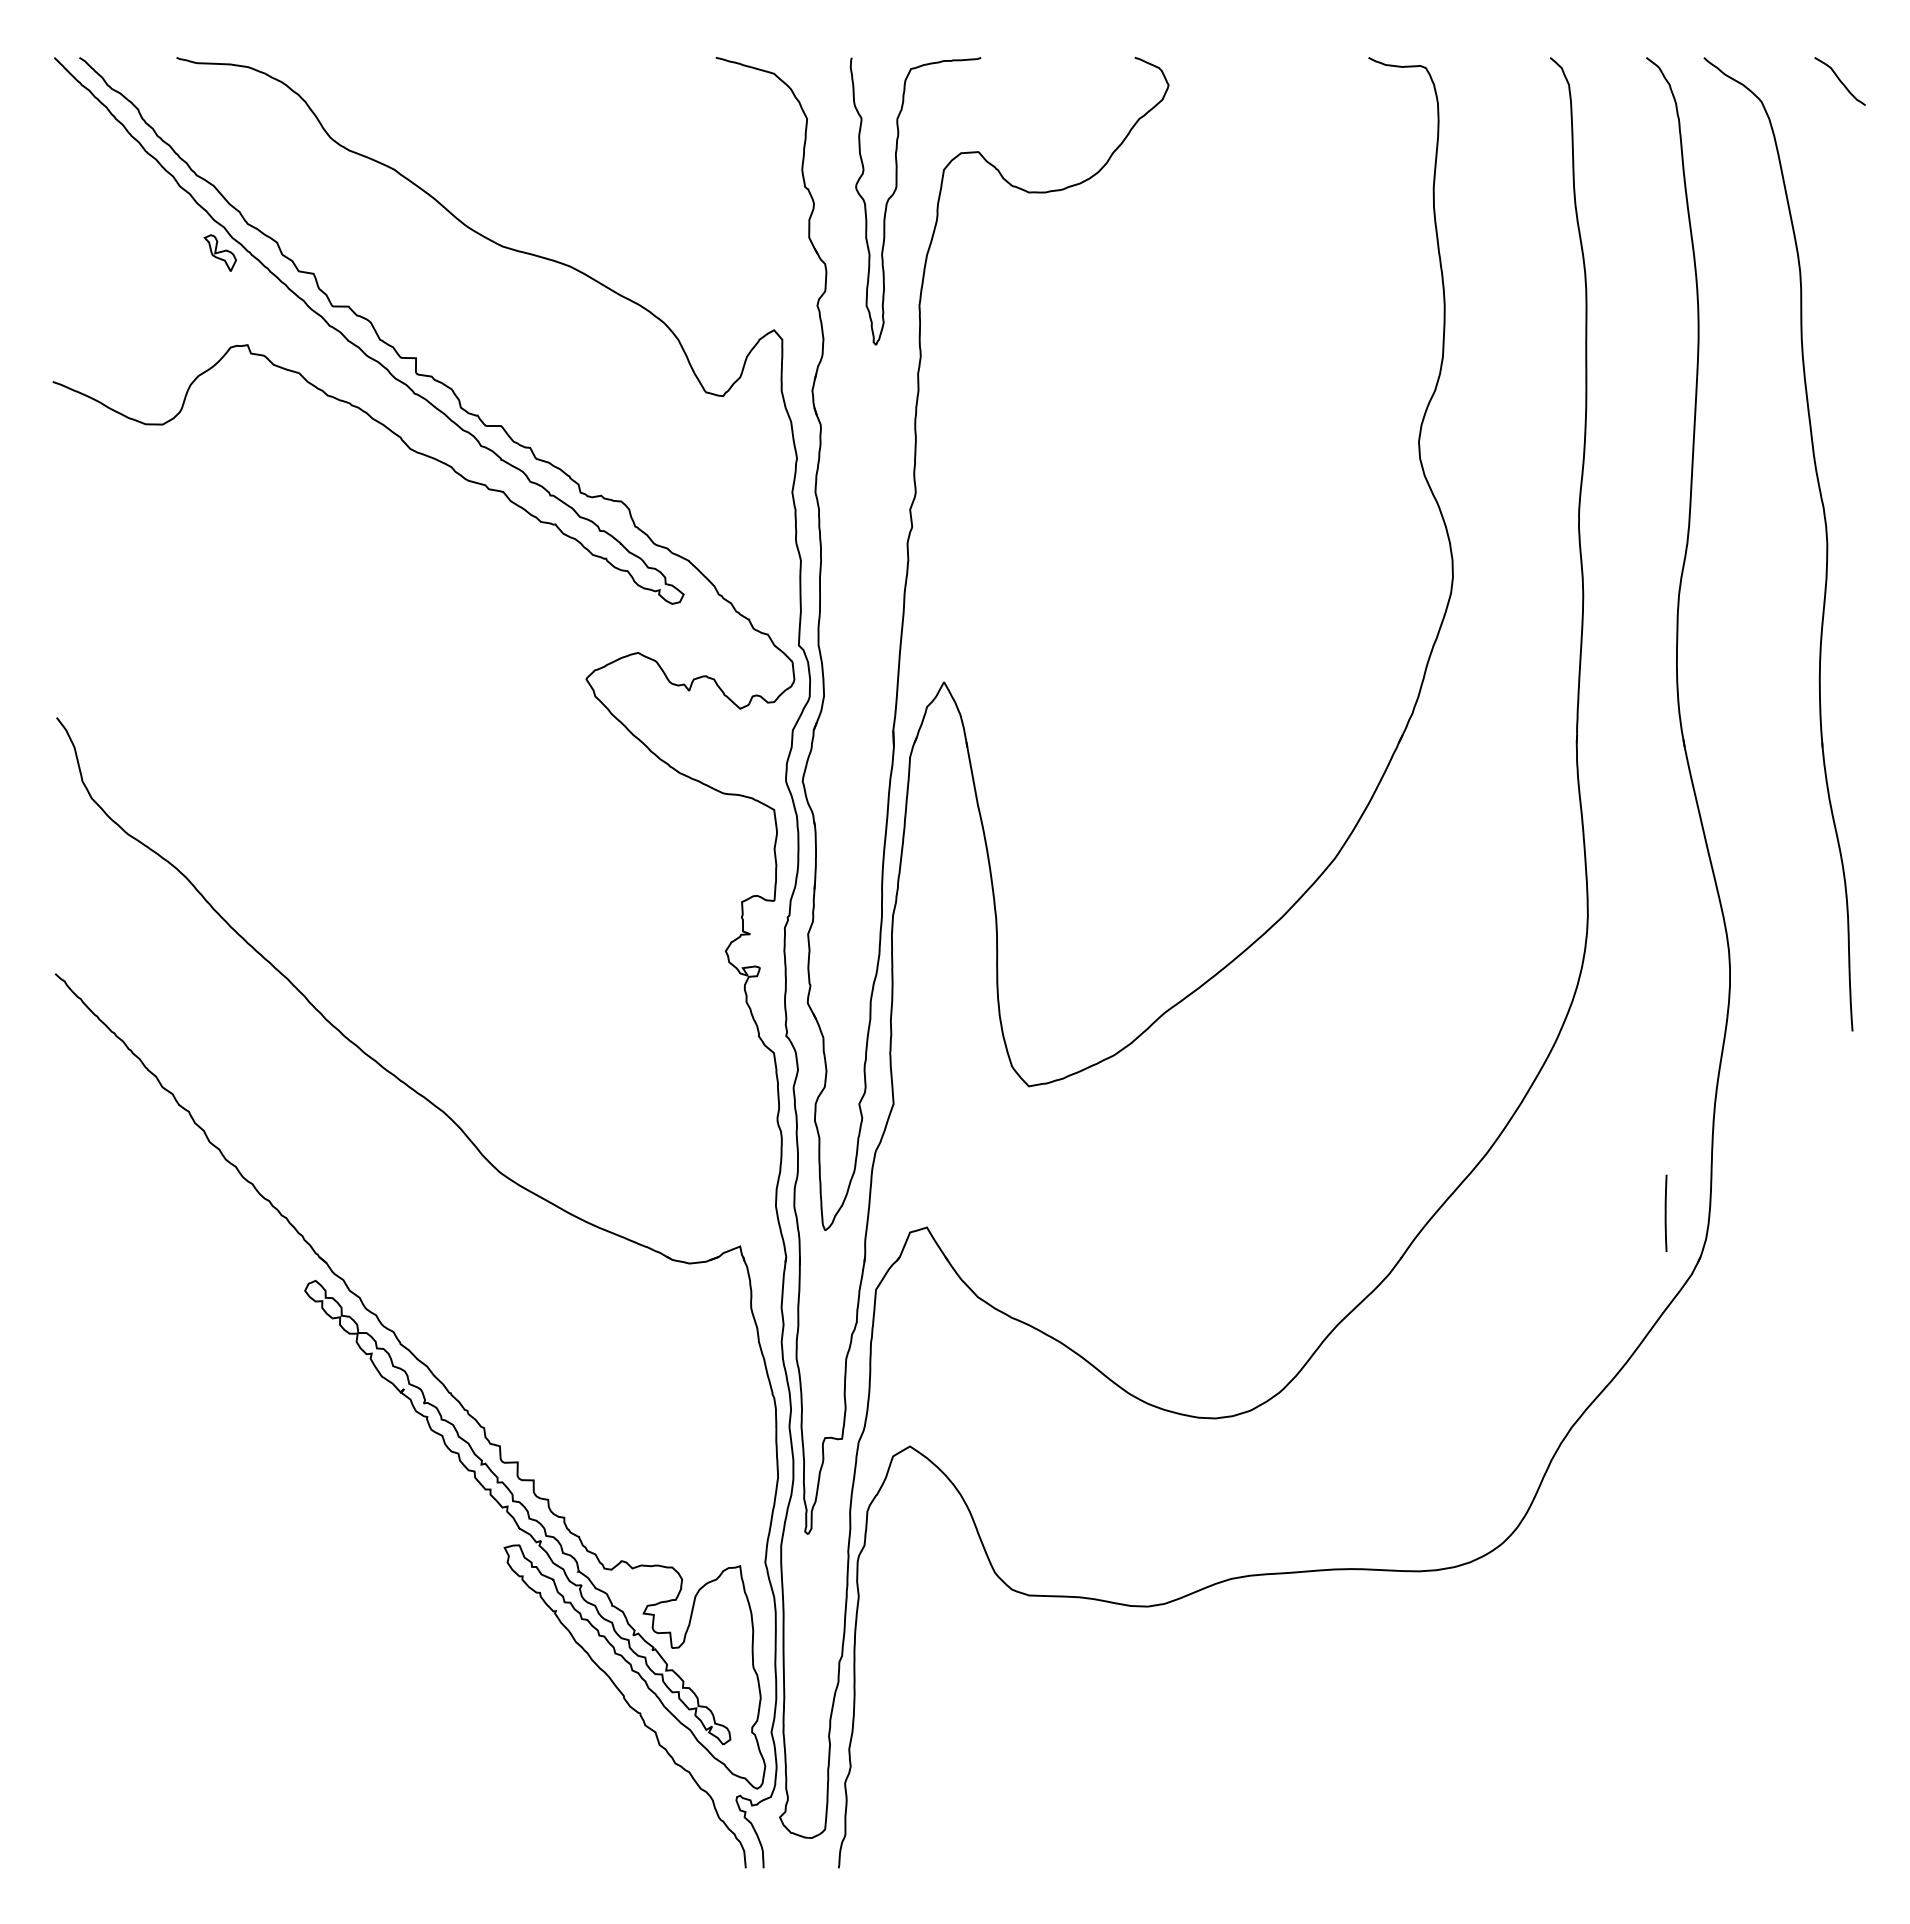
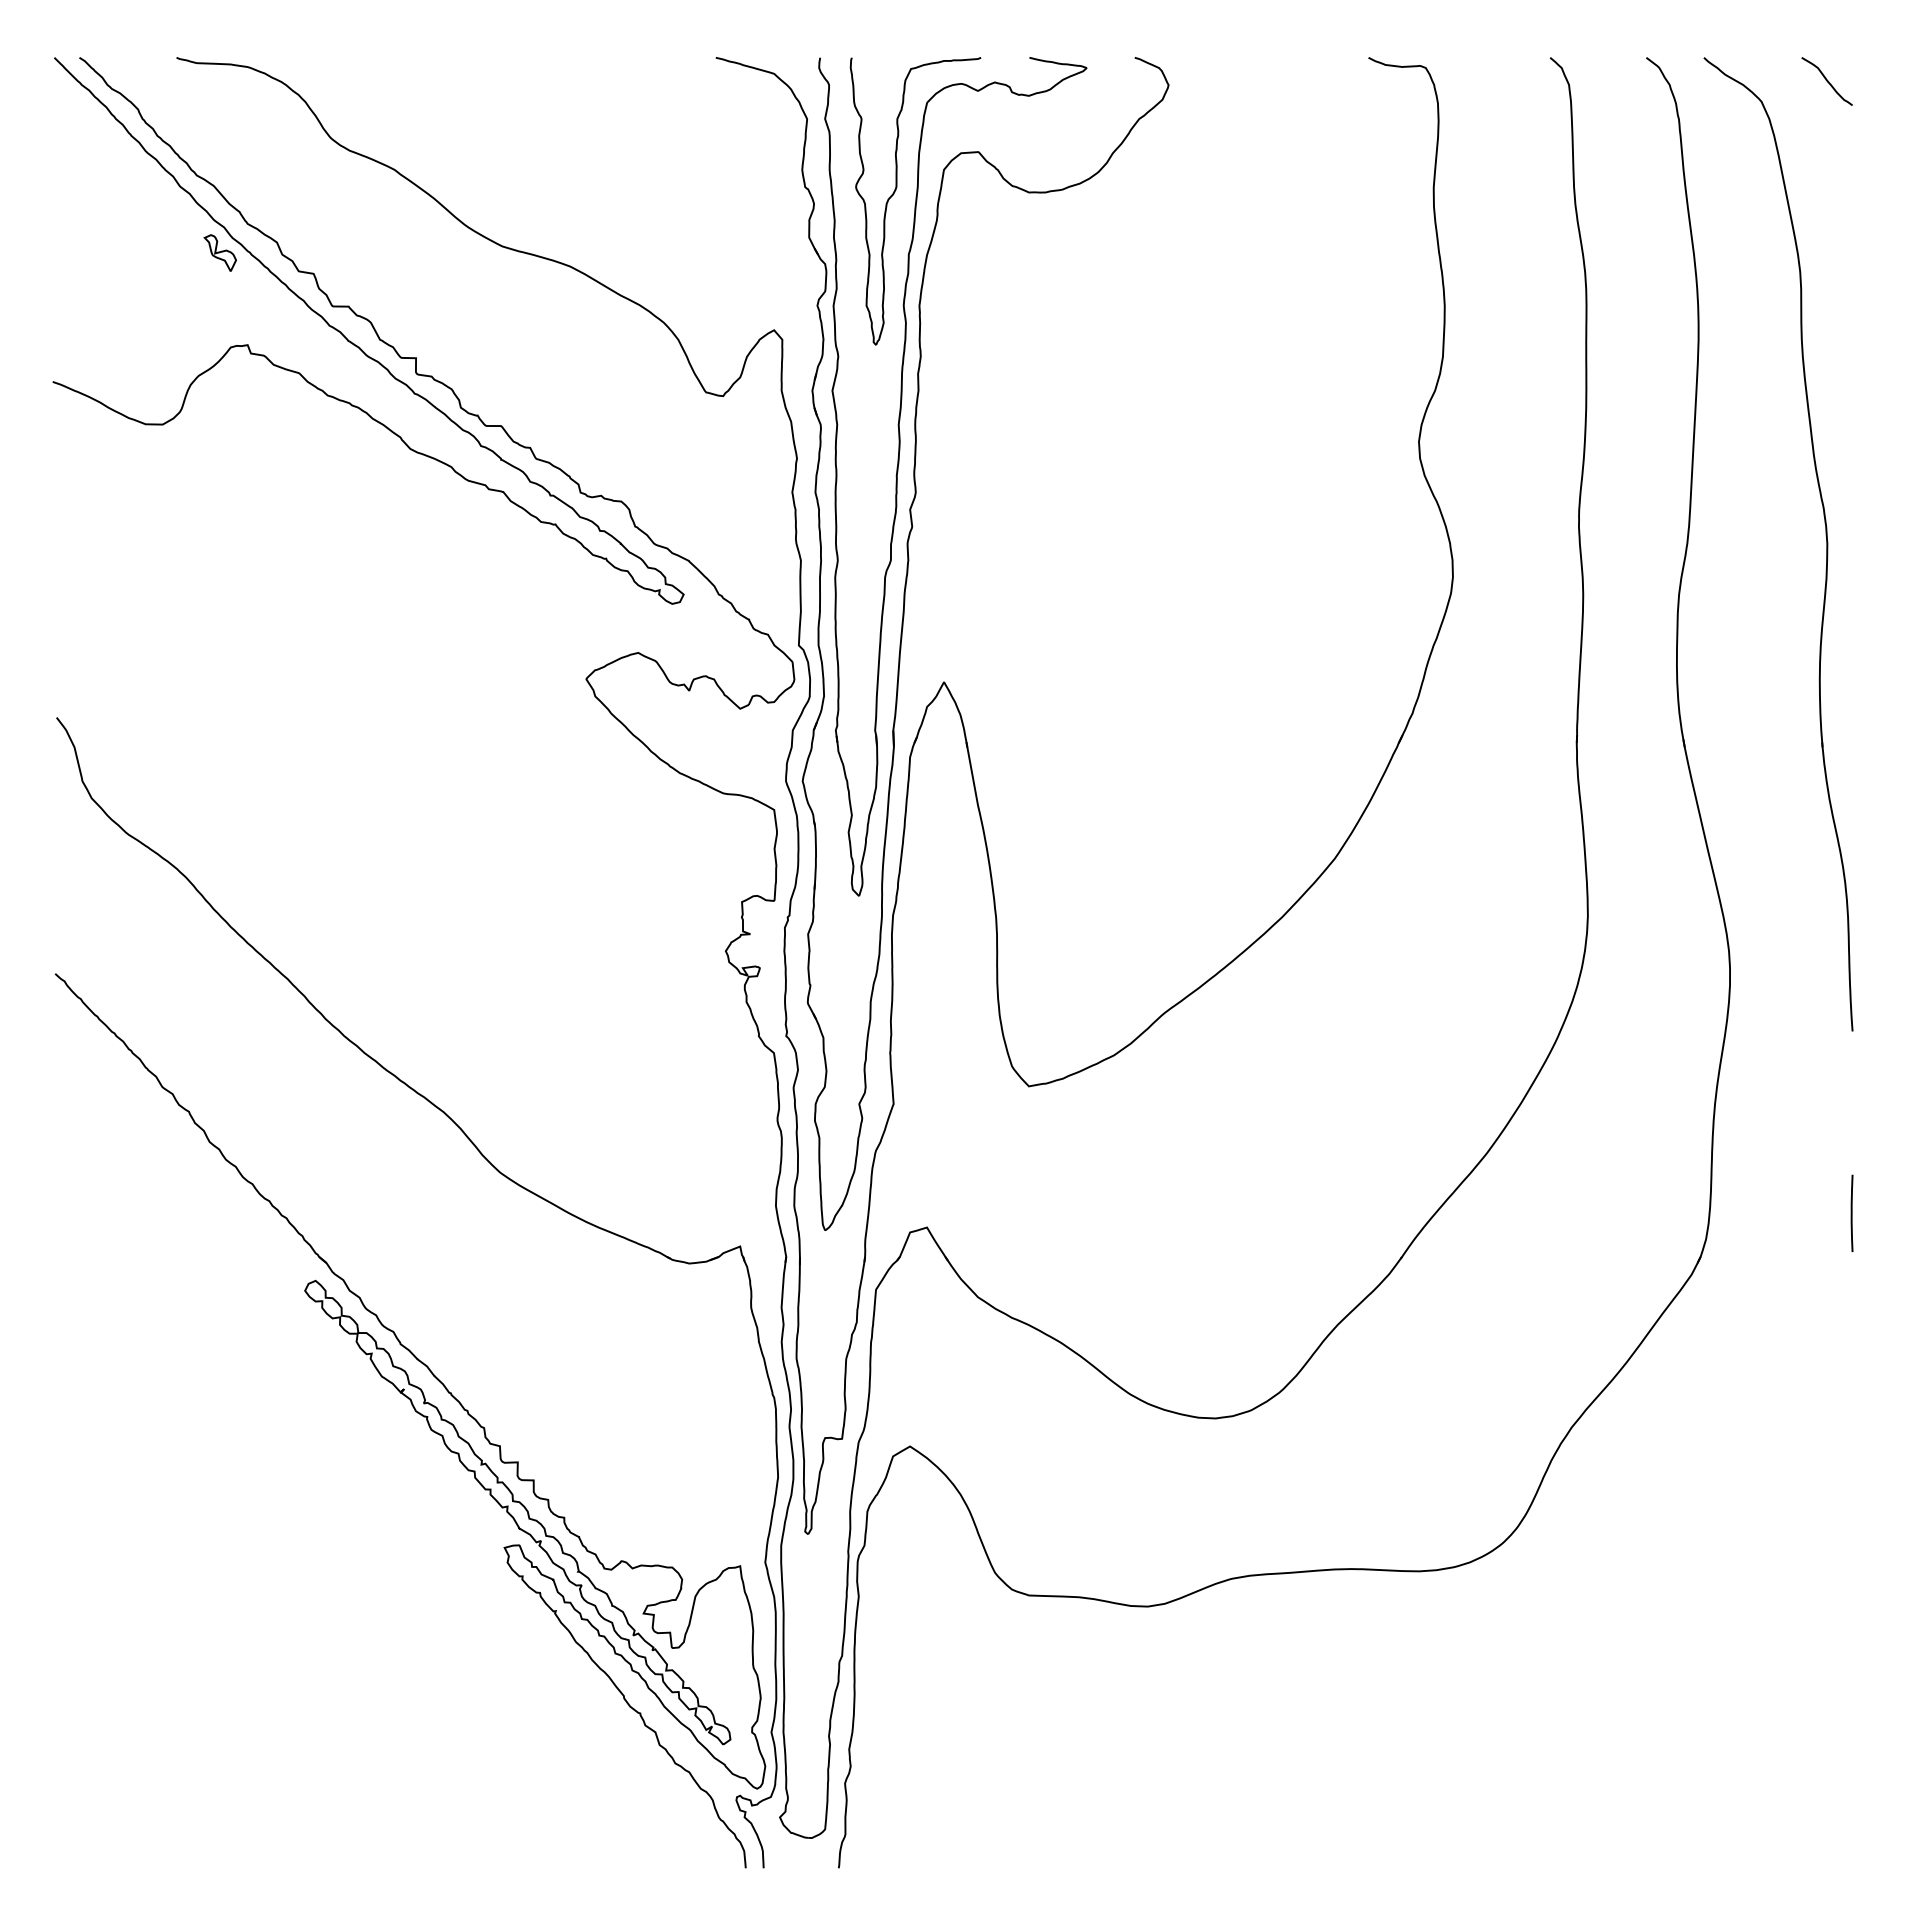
curve at (1839, 81) position: (1839, 81) -> (1826, 81)
part at (898, 472): none -> present
line at (1665, 1212) position: (1665, 1212) -> (1851, 1212)
